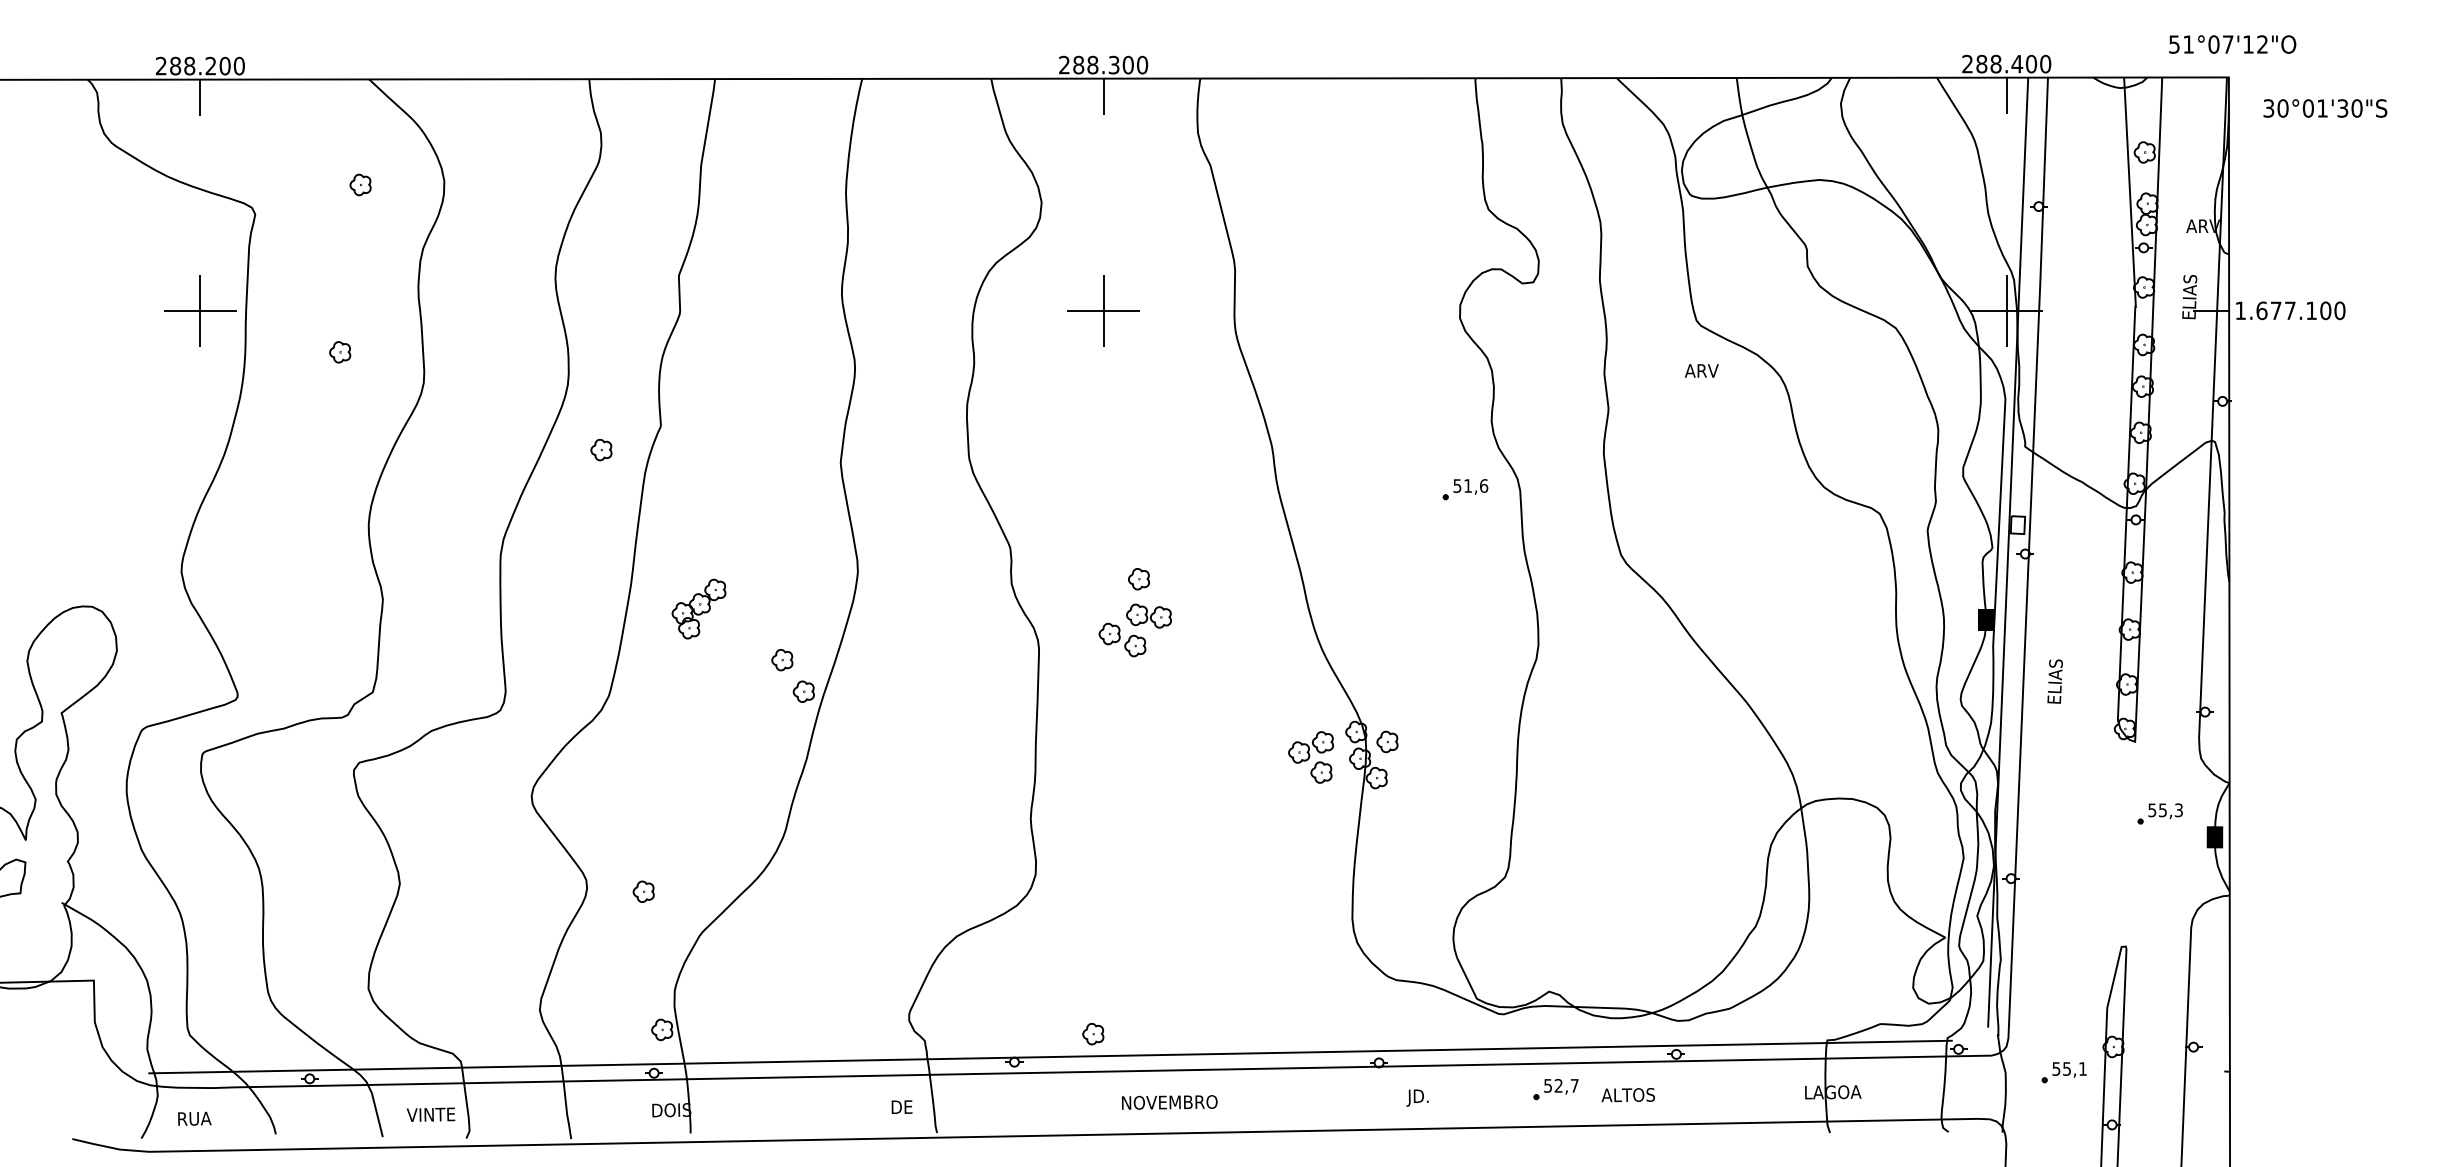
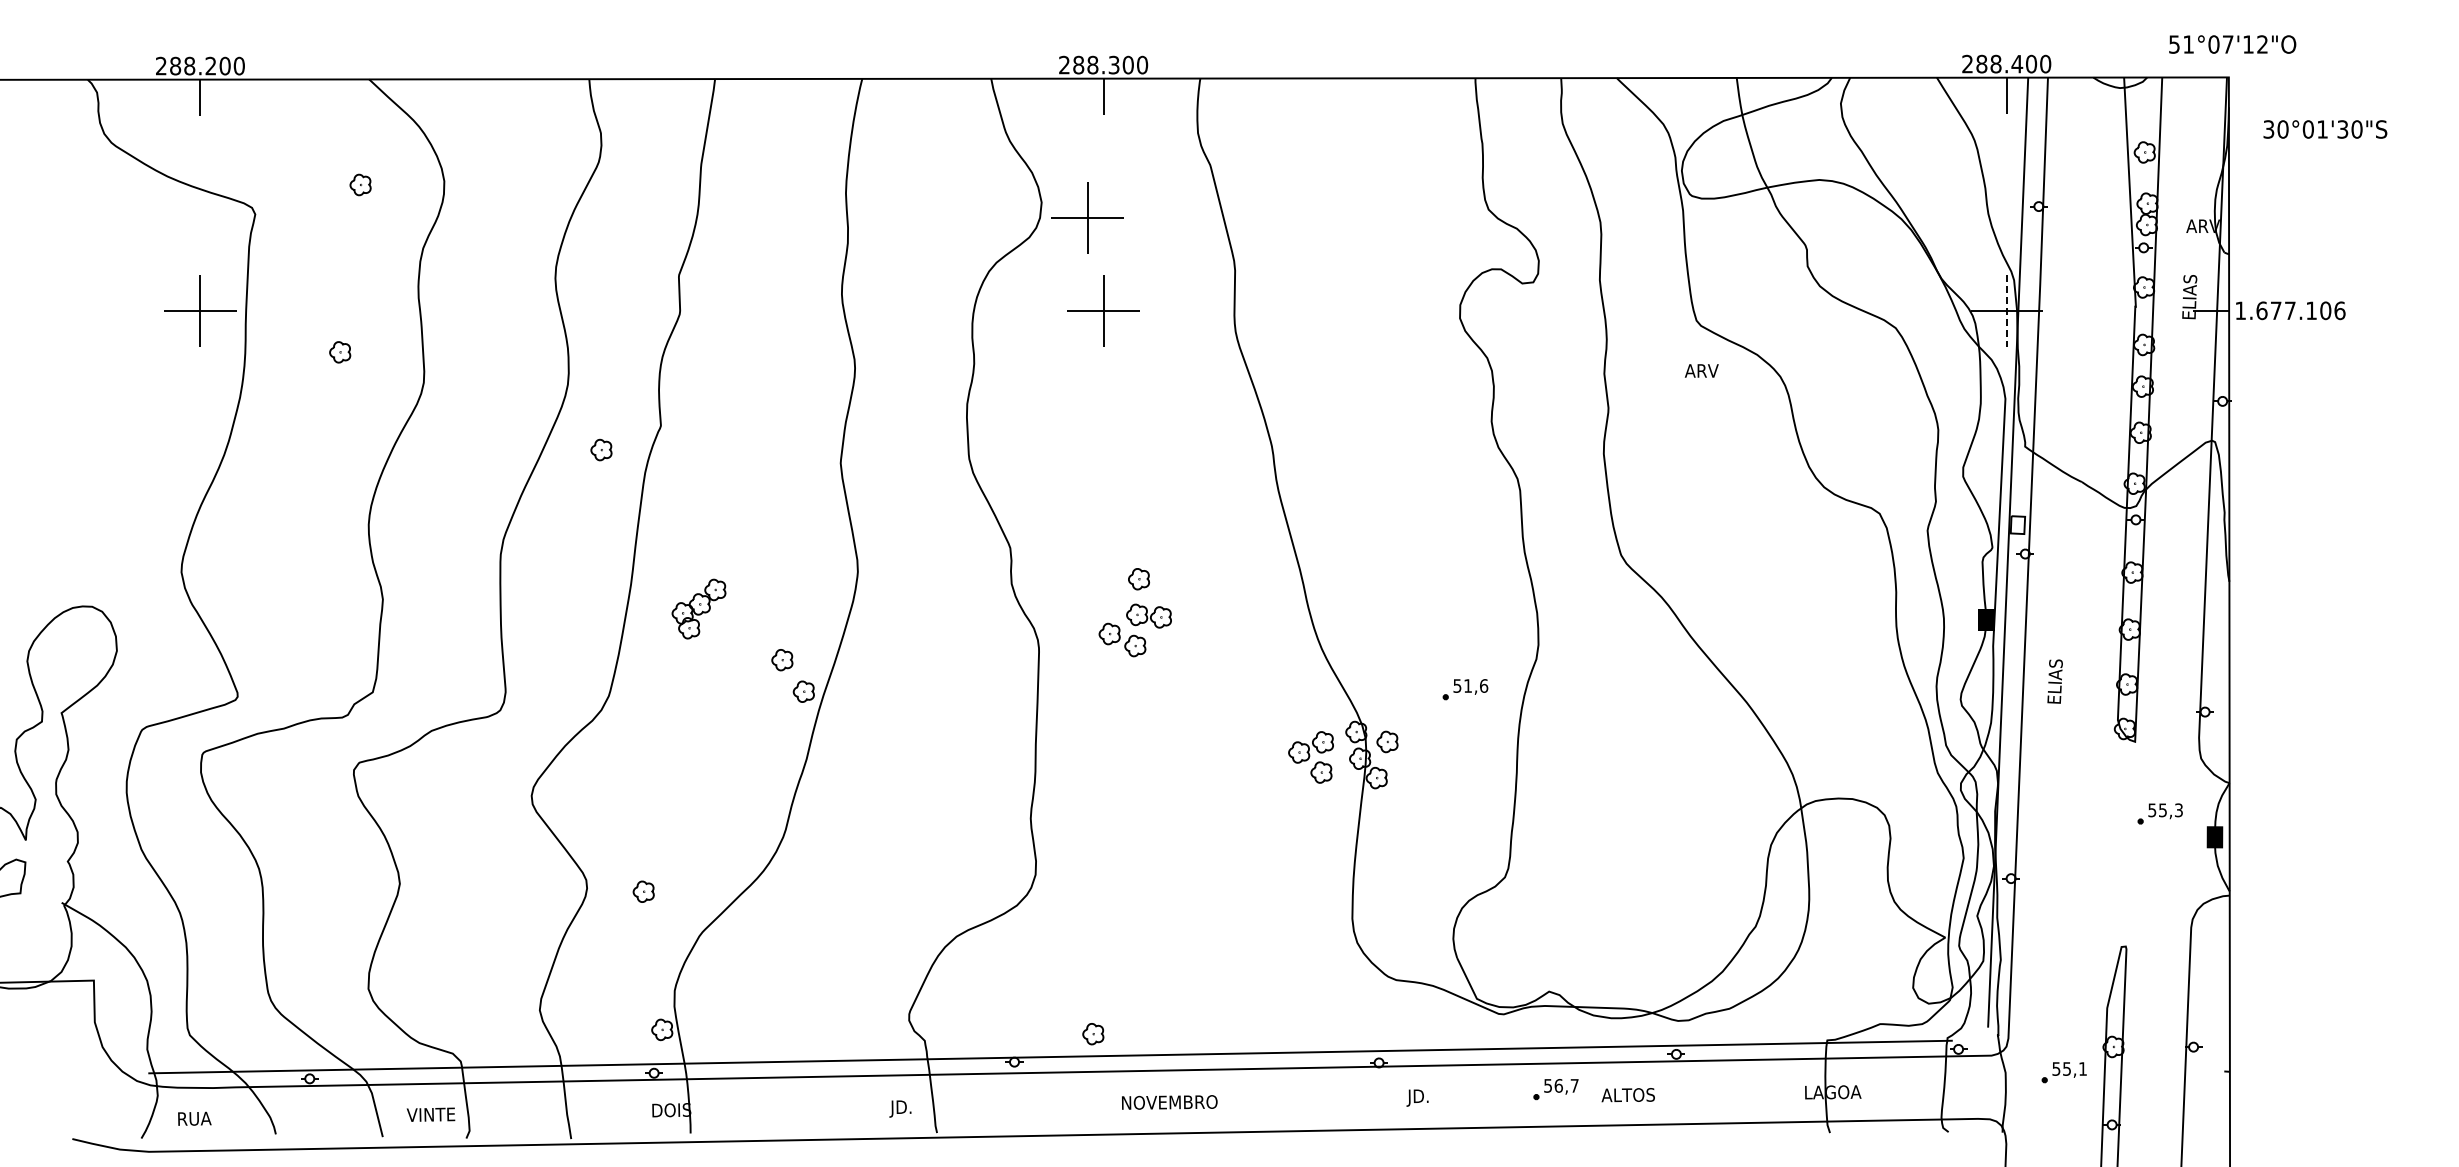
text at (2325, 108) position: (2325, 108) -> (2325, 129)
part at (1087, 217): none -> present
text at (2339, 310): 1.677.100 -> 1.677.106
line at (2006, 311): solid -> dashed
part at (1465, 489) position: (1465, 489) -> (1465, 689)
text at (1558, 1085): 52,7 -> 56,7
text at (900, 1108): DE -> JD.
